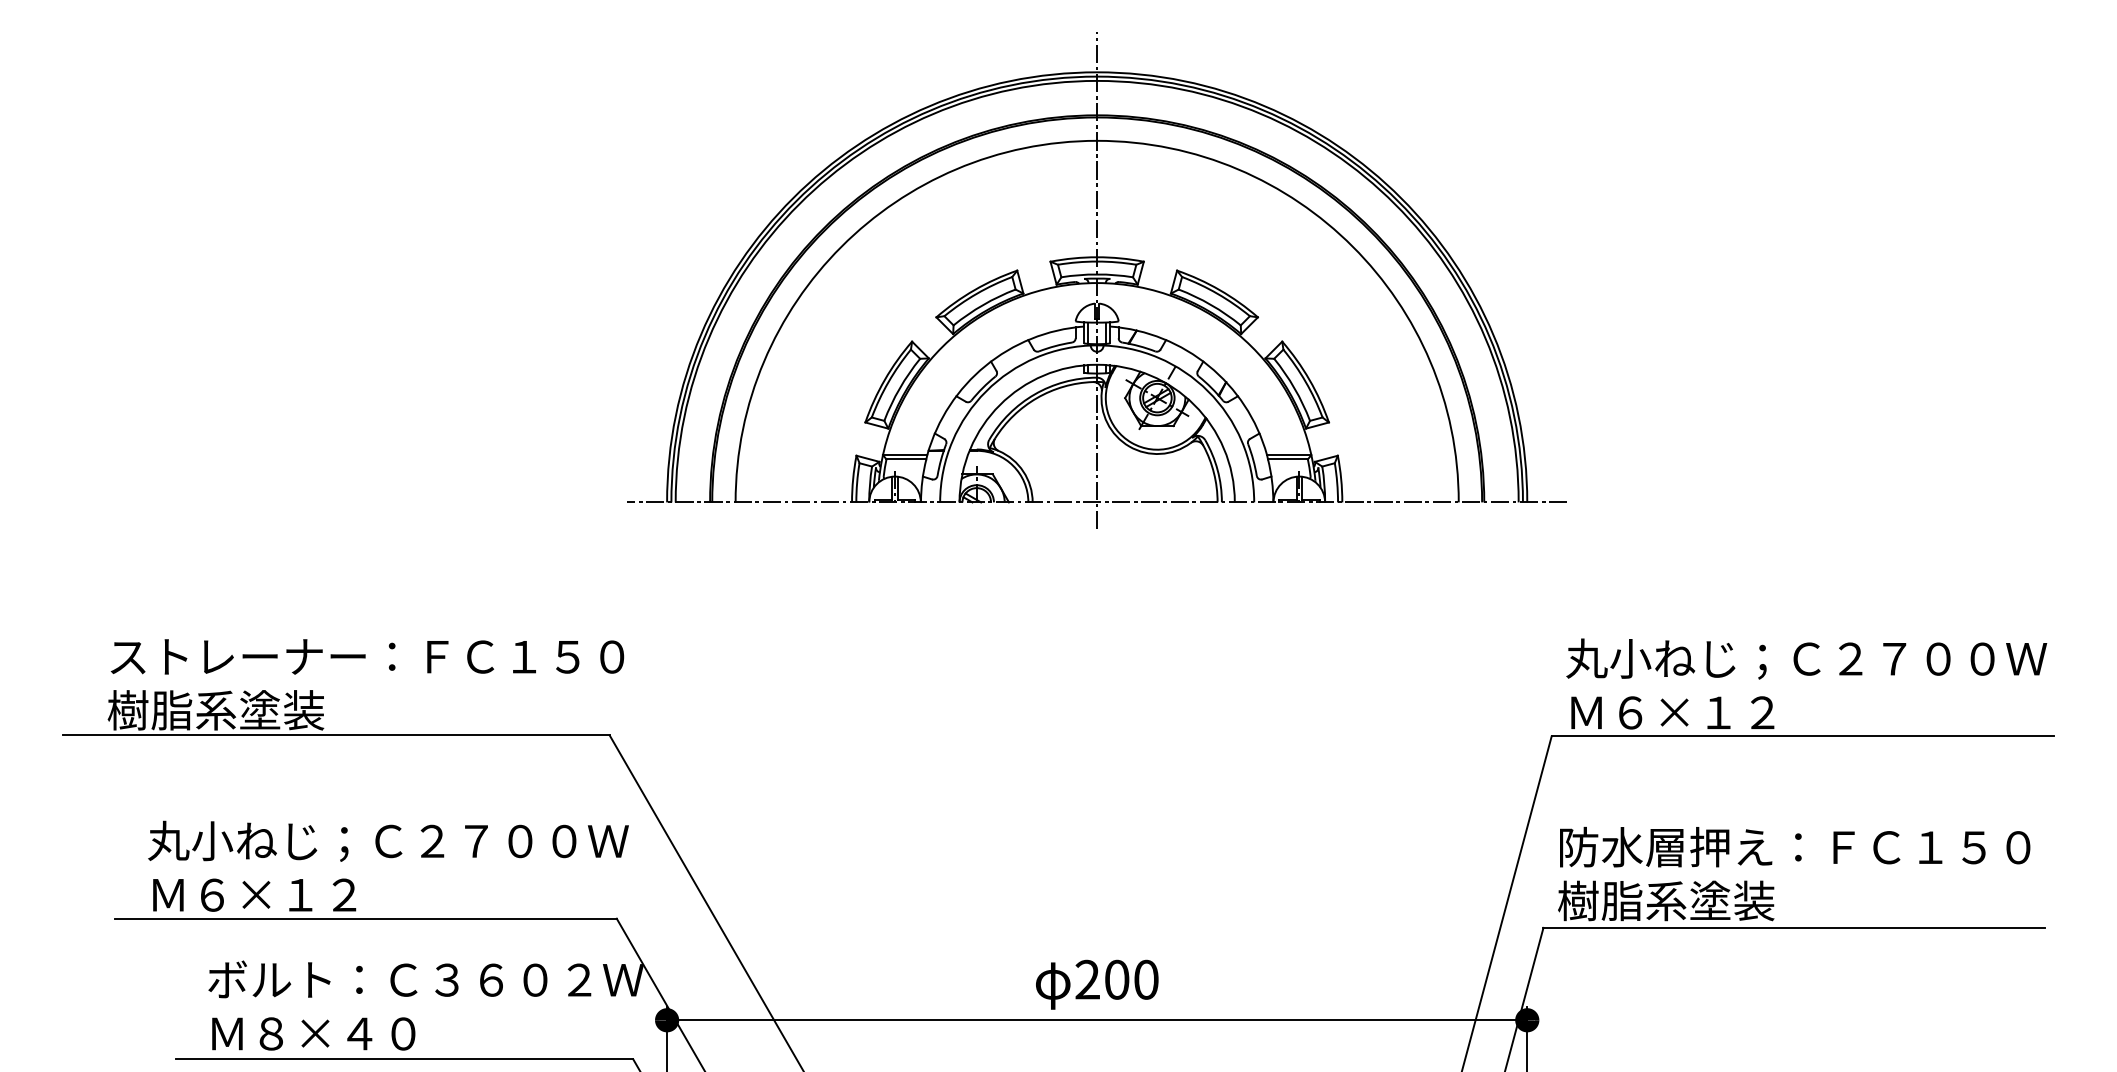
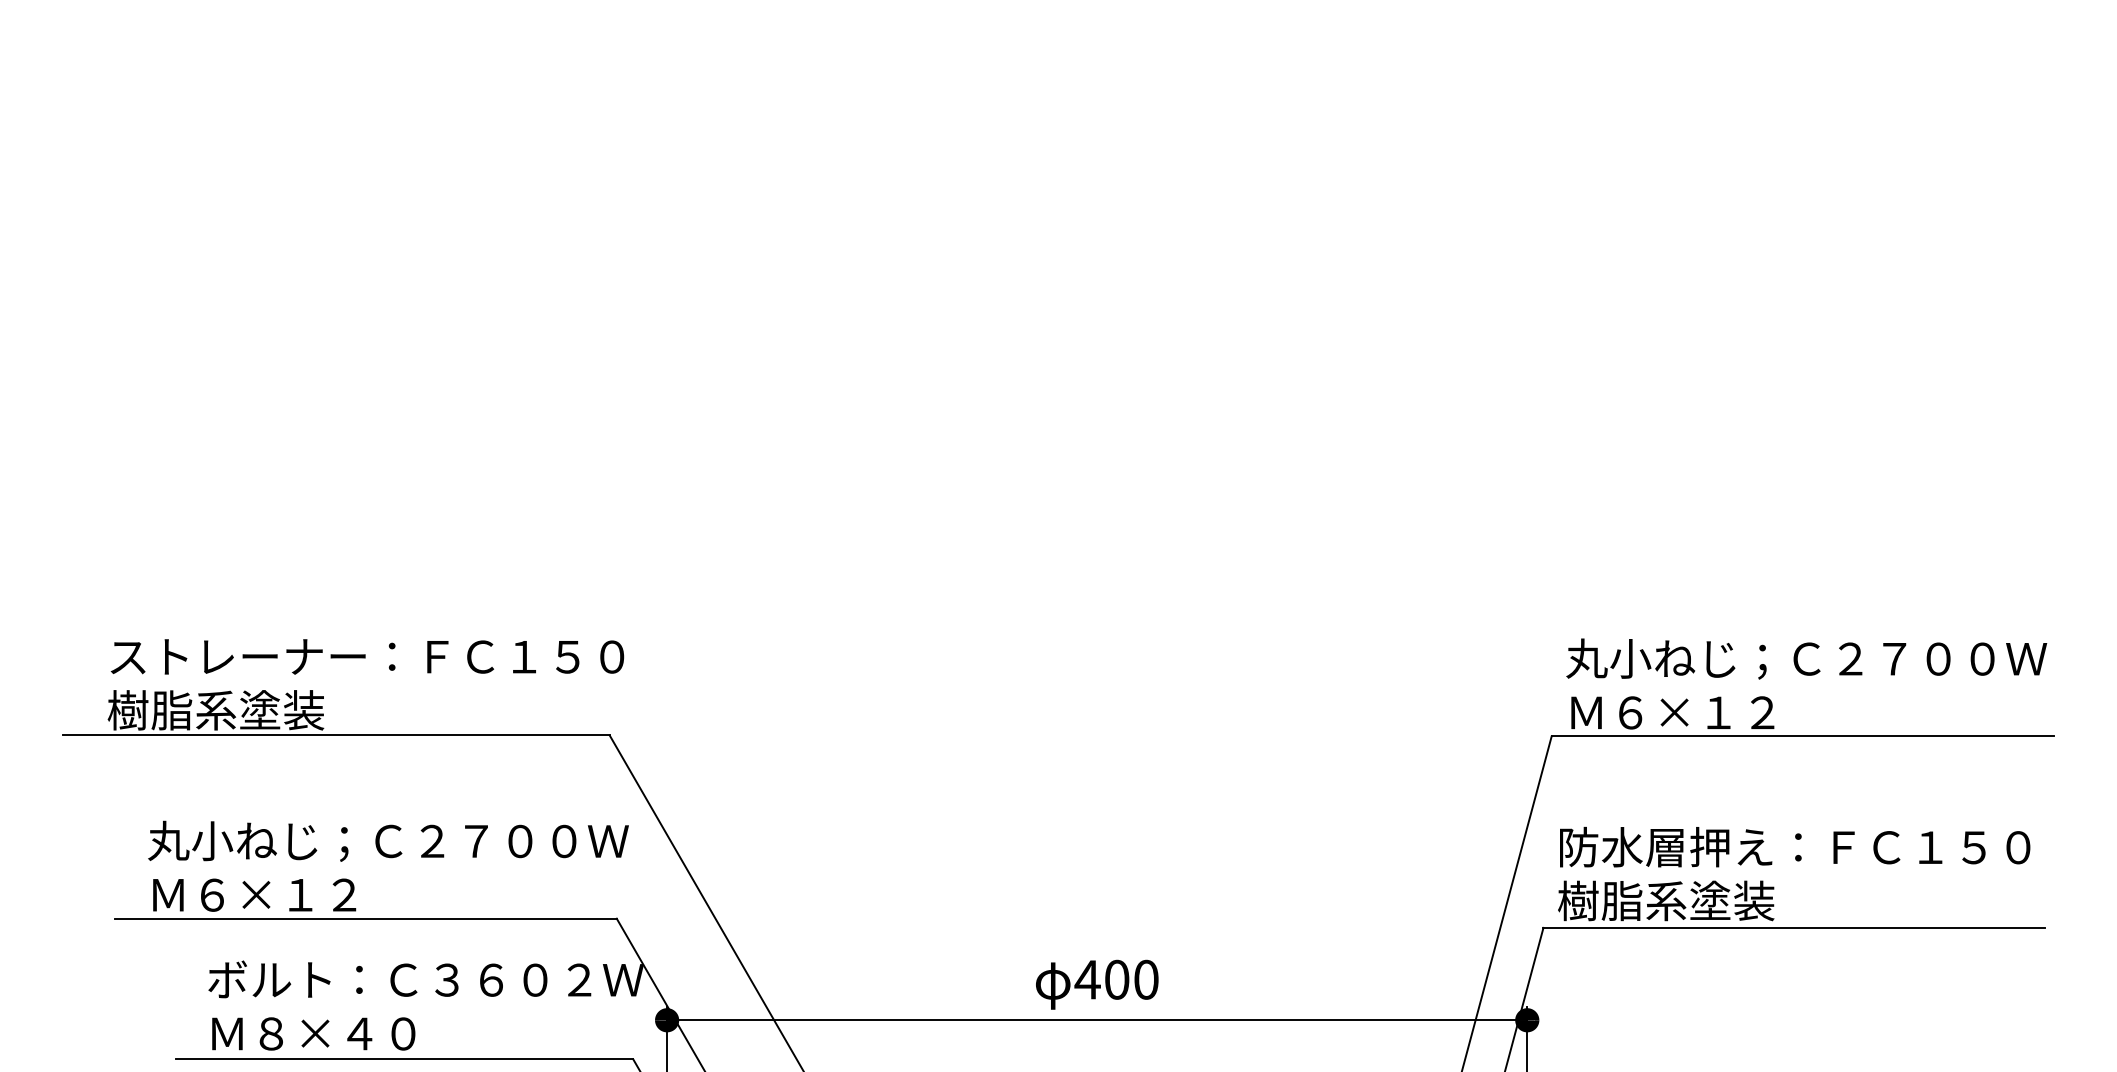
part at (1096, 280): present -> none
text at (1087, 979): 200 -> 400
